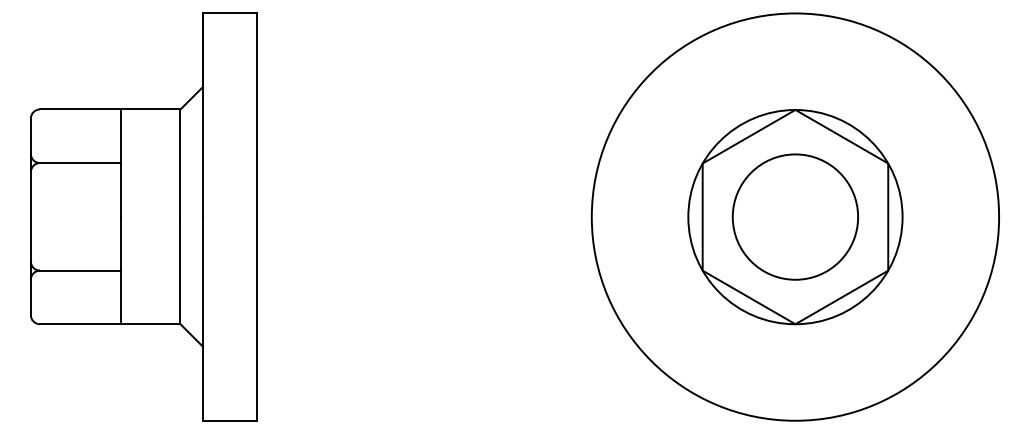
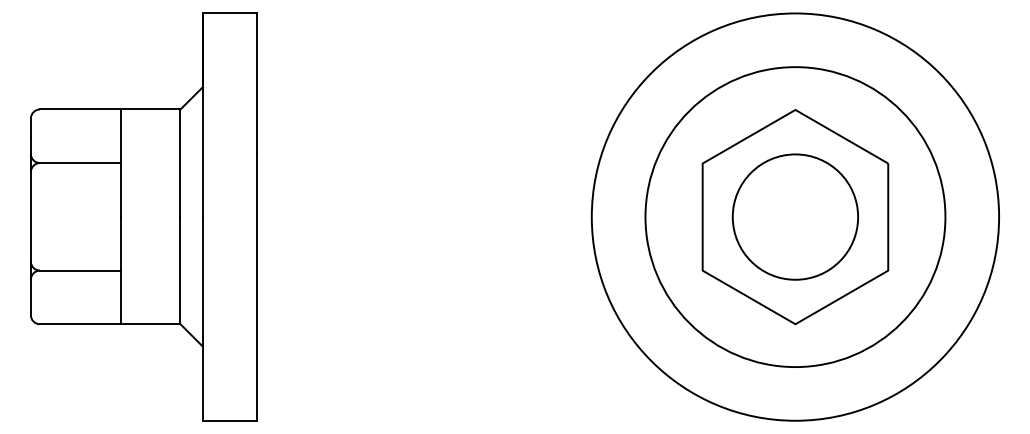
circle at (795, 216) diameter: 214 px -> 300 px
